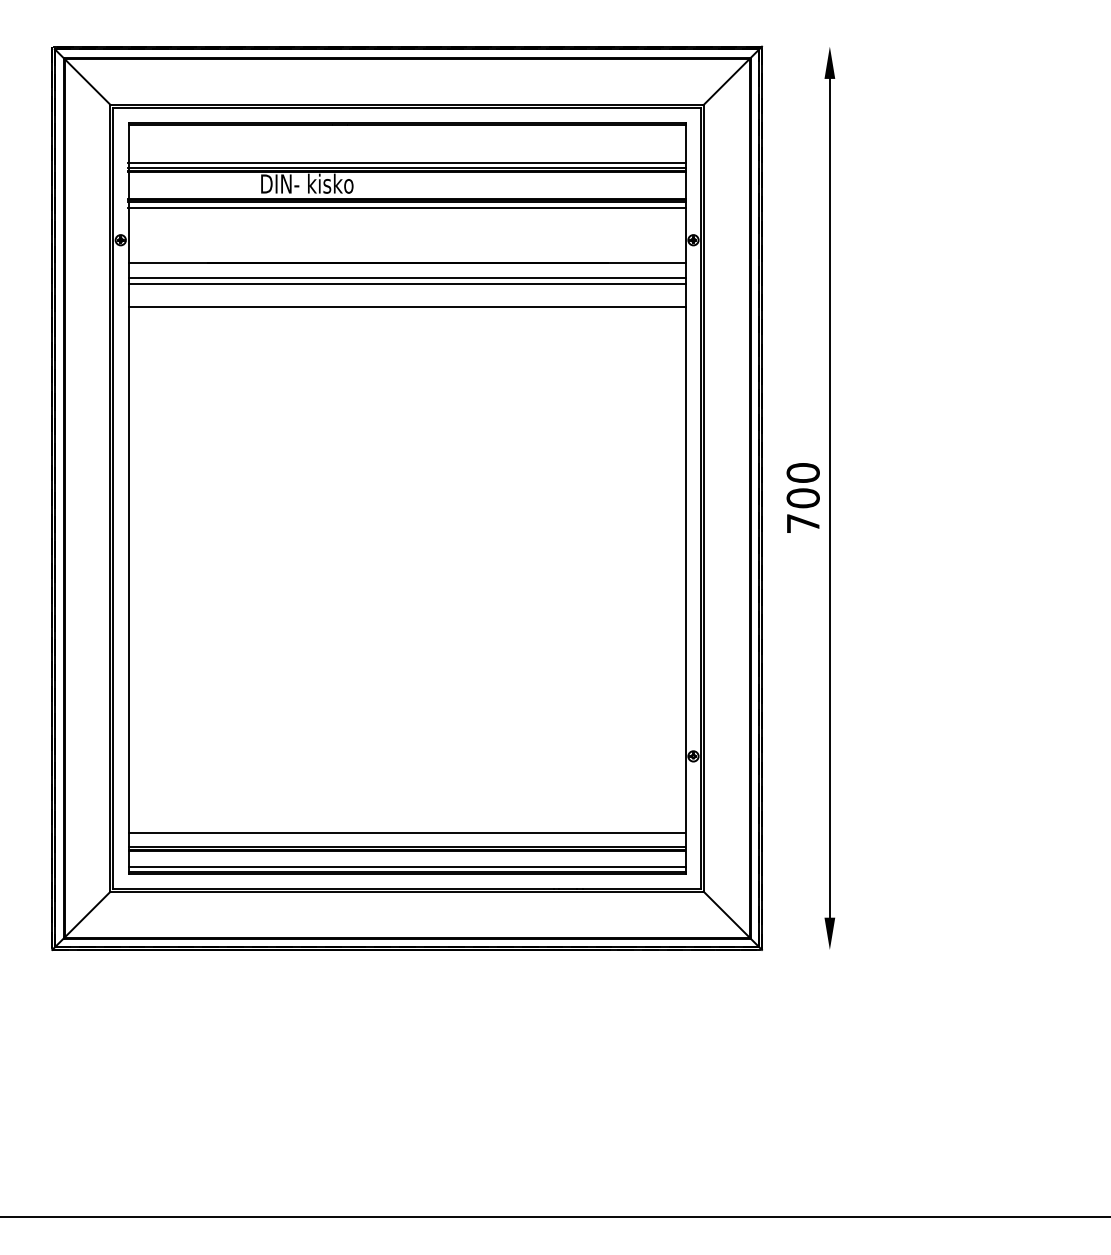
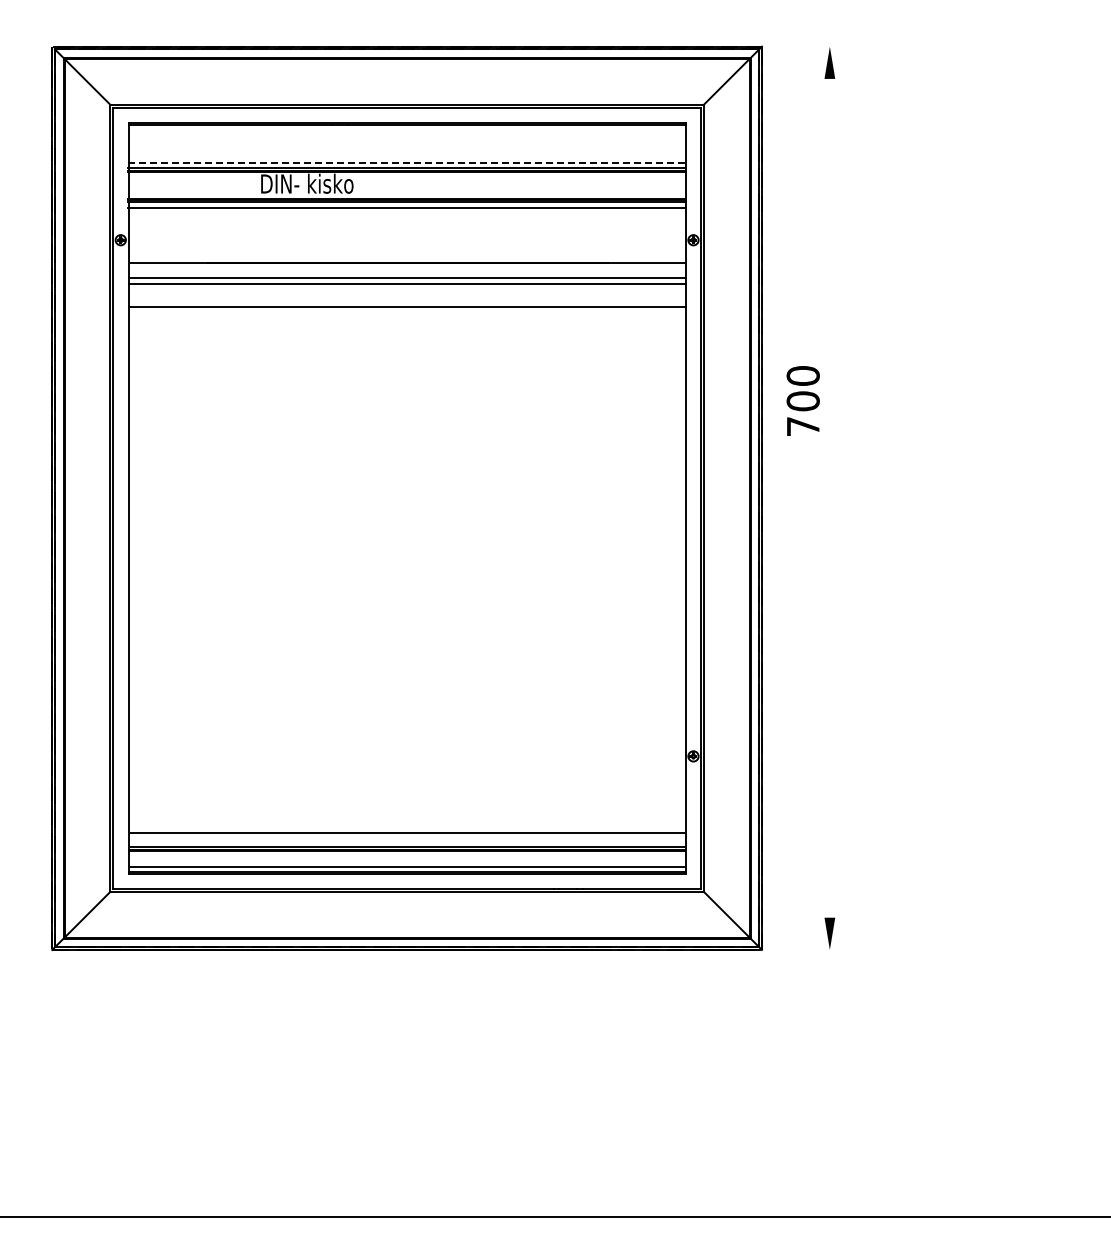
line at (407, 162): solid -> dashed
text at (802, 497) position: (802, 497) -> (802, 400)
line at (829, 497): present -> none
